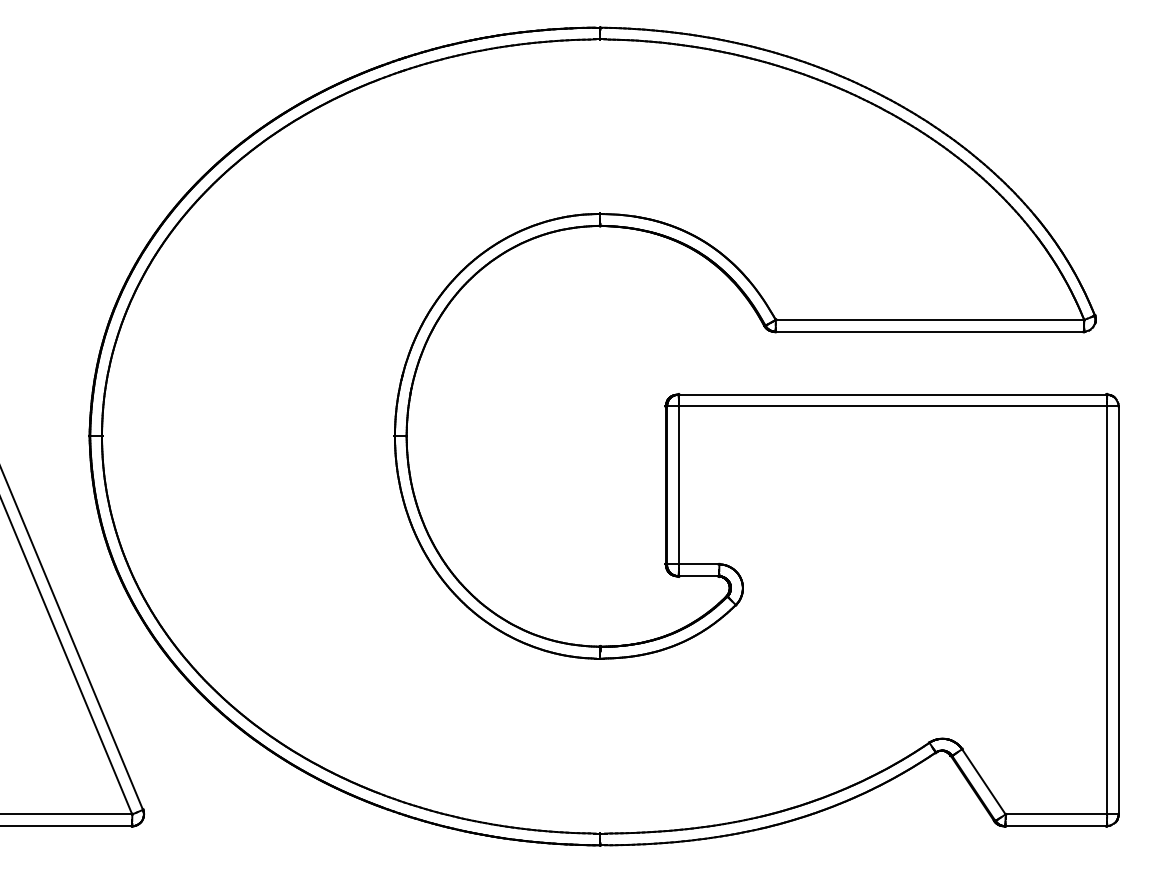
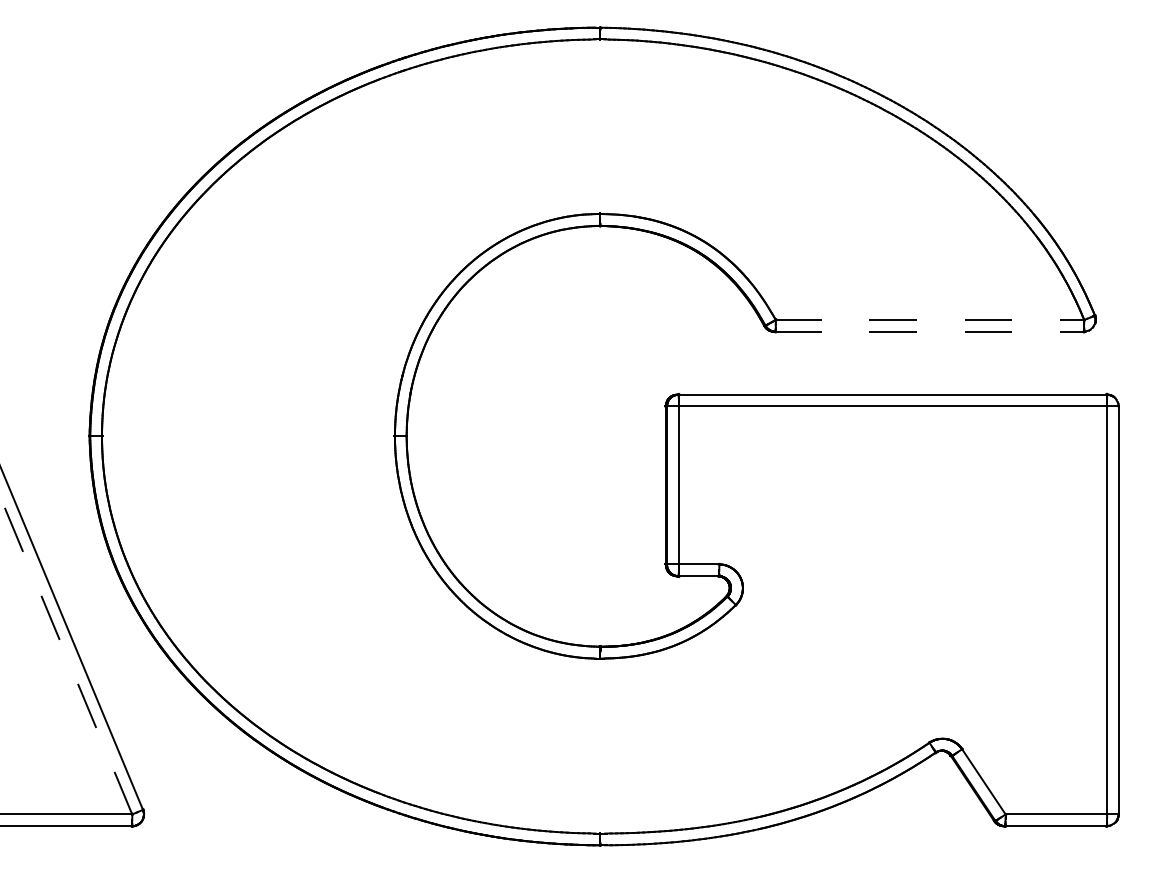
line at (930, 319): solid -> dashed
line at (929, 331): solid -> dashed
line at (66, 656): solid -> dashed
